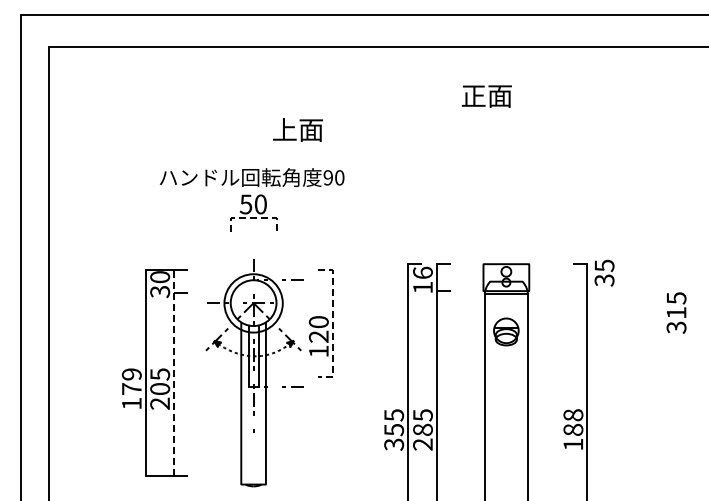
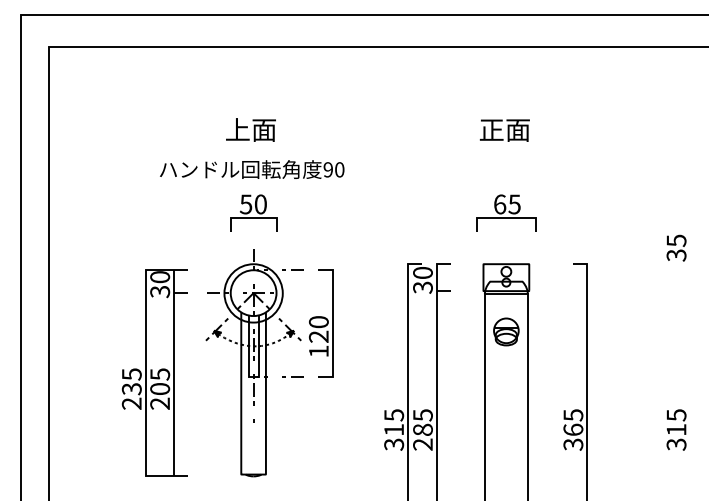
text at (486, 96) position: (486, 96) -> (504, 130)
text at (297, 129) position: (297, 129) -> (250, 129)
text at (252, 177) position: (252, 177) -> (252, 169)
part at (506, 212): none -> present
line at (253, 218): dashed -> solid
text at (604, 272) position: (604, 272) -> (676, 247)
text at (422, 279): 16 -> 30
text at (676, 312) position: (676, 312) -> (676, 429)
line at (332, 324): dashed -> solid
line at (174, 372): dashed -> solid
part at (254, 373) position: (254, 373) -> (254, 363)
text at (131, 388): 179 -> 235
text at (573, 429): 188 -> 365
text at (394, 430): 355 -> 315
